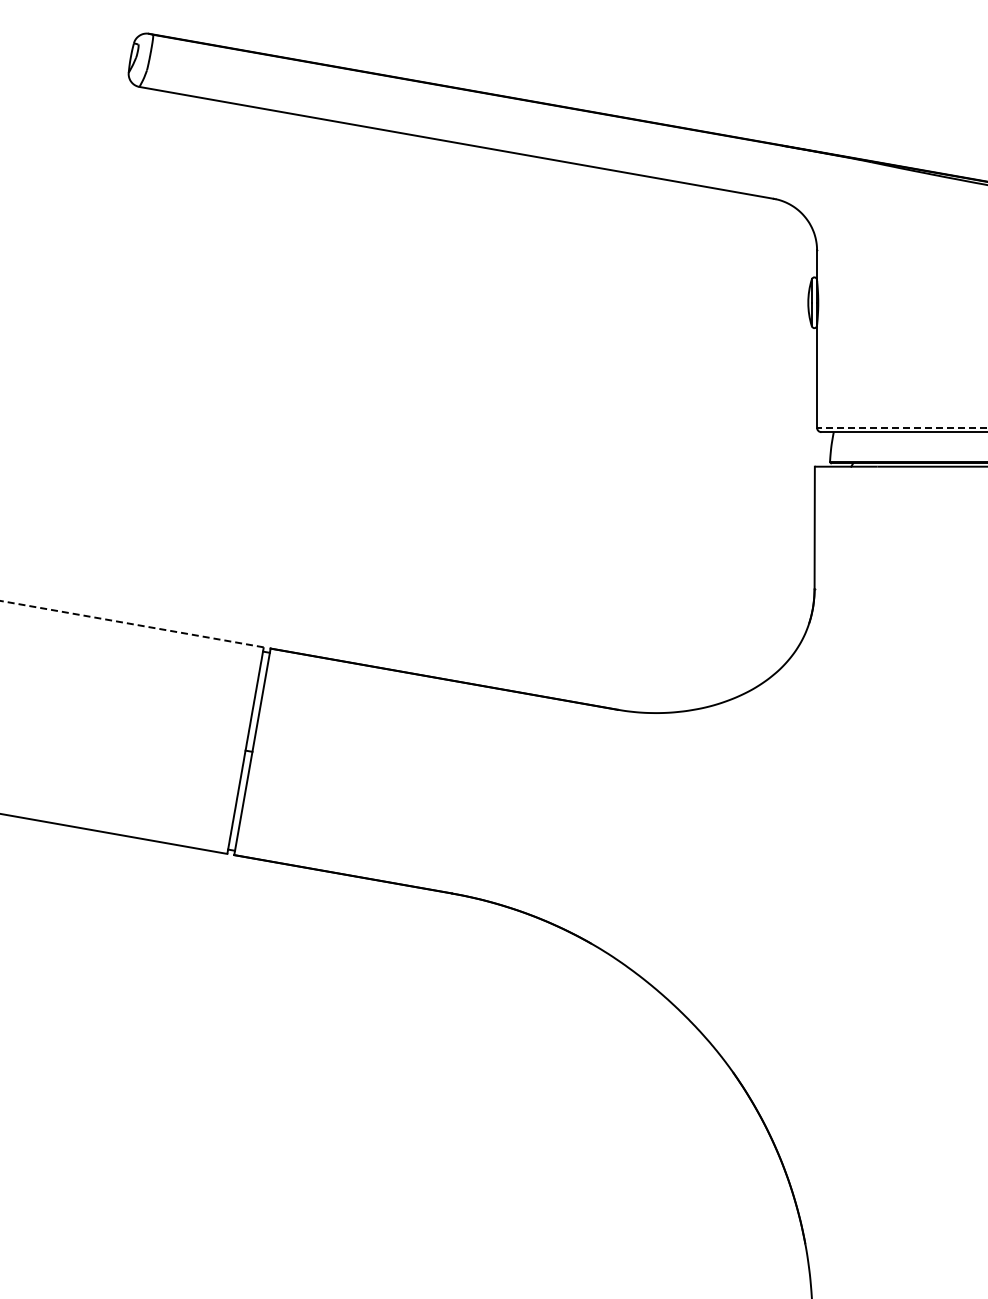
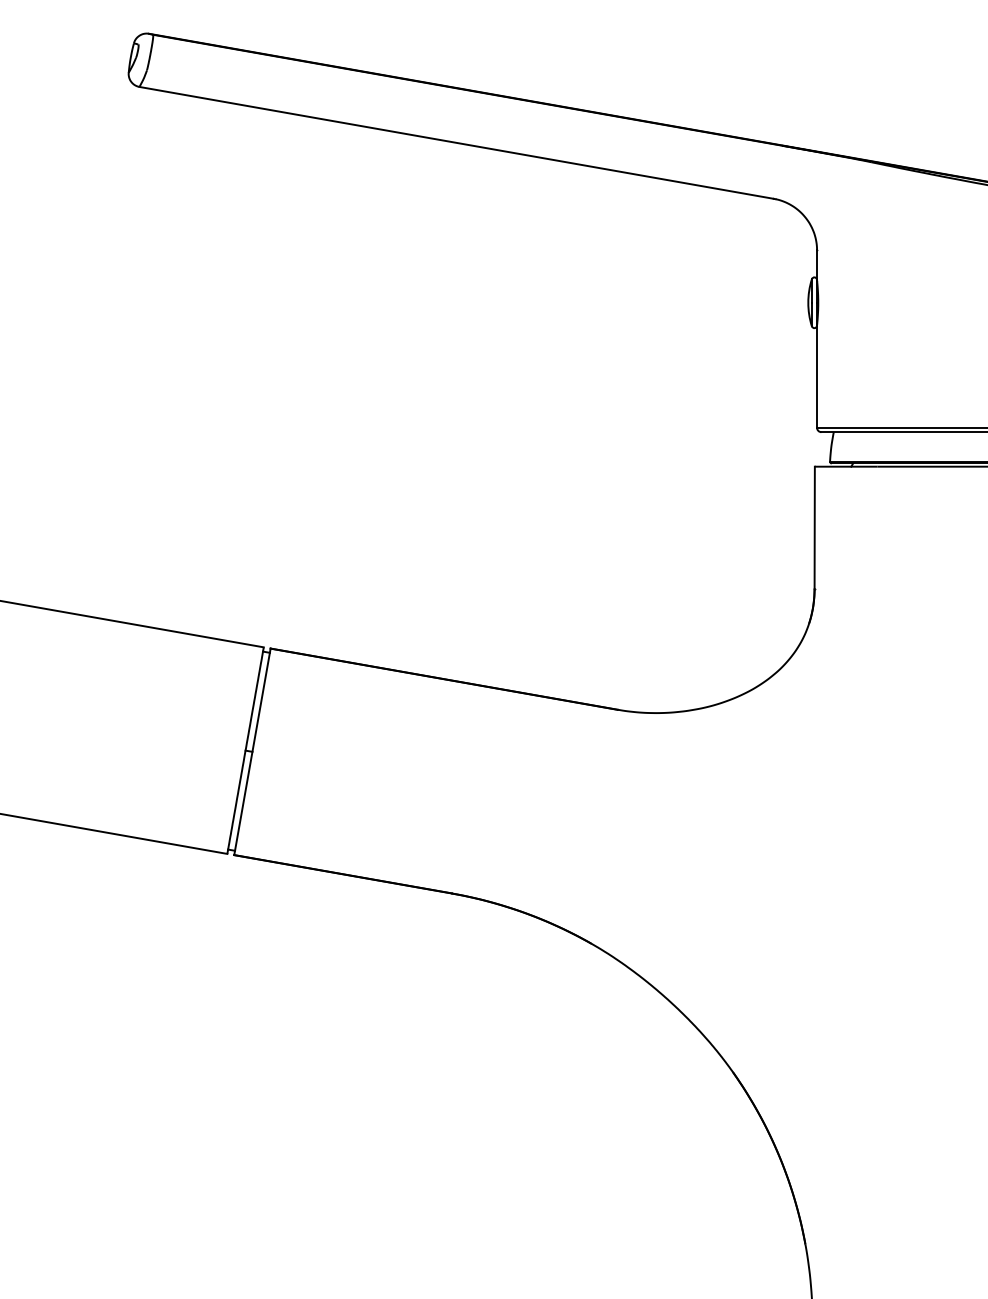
line at (901, 427): dashed -> solid
line at (131, 624): dashed -> solid
